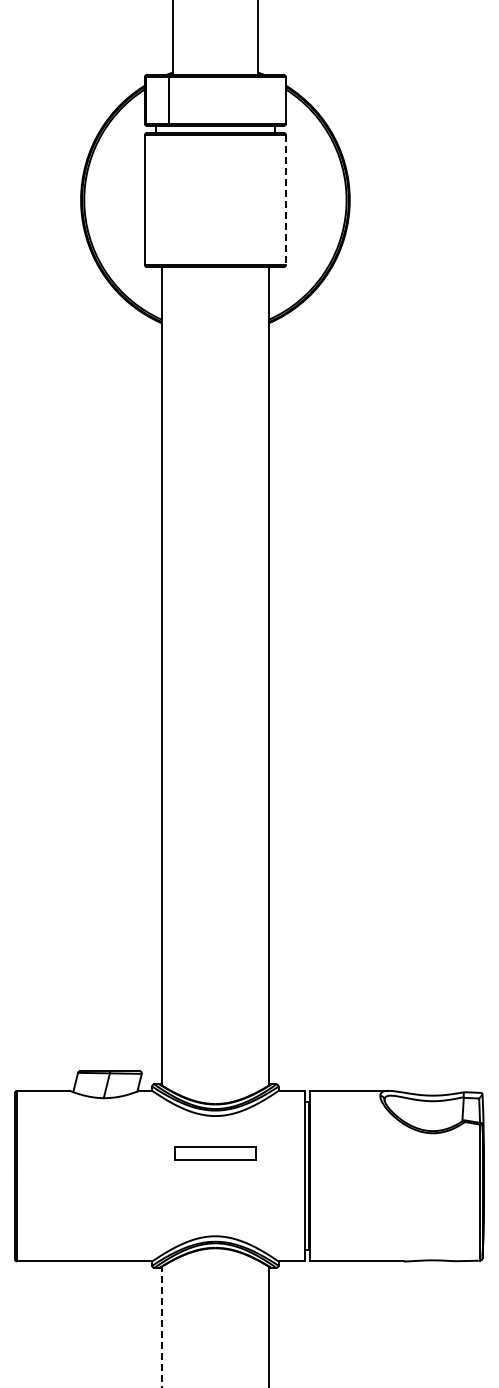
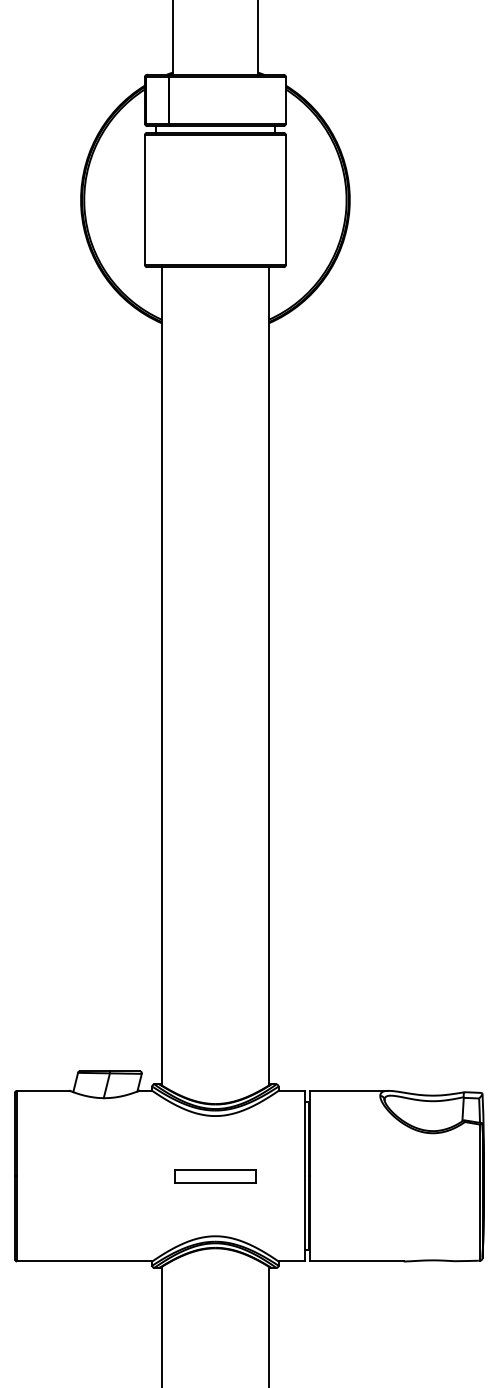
line at (285, 200): dashed -> solid
part at (215, 1153) position: (215, 1153) -> (215, 1176)
line at (162, 1326): dashed -> solid
